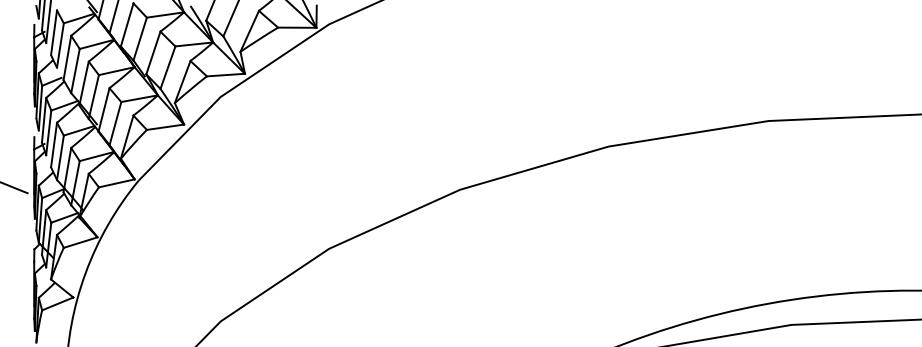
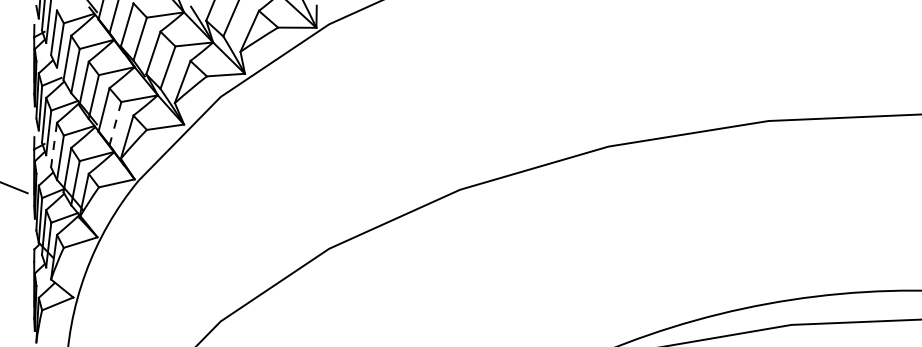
line at (115, 123): solid -> dashed
line at (53, 145): solid -> dashed
